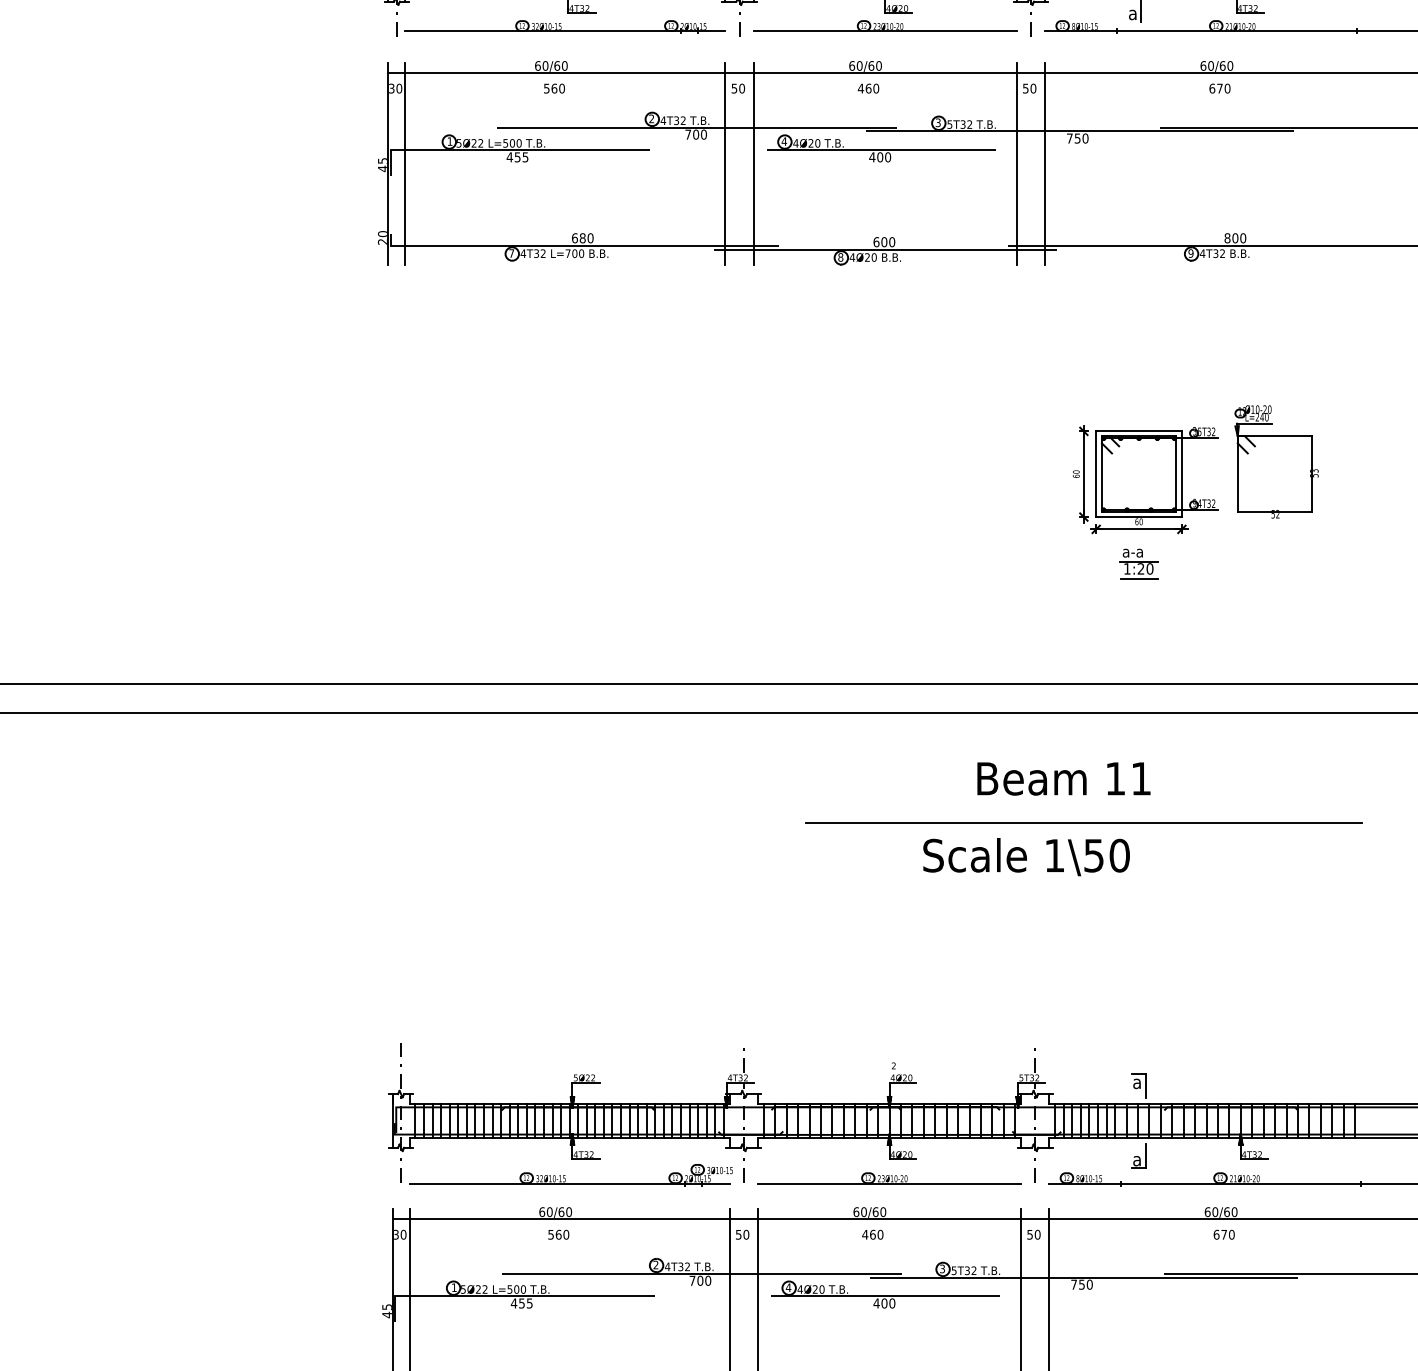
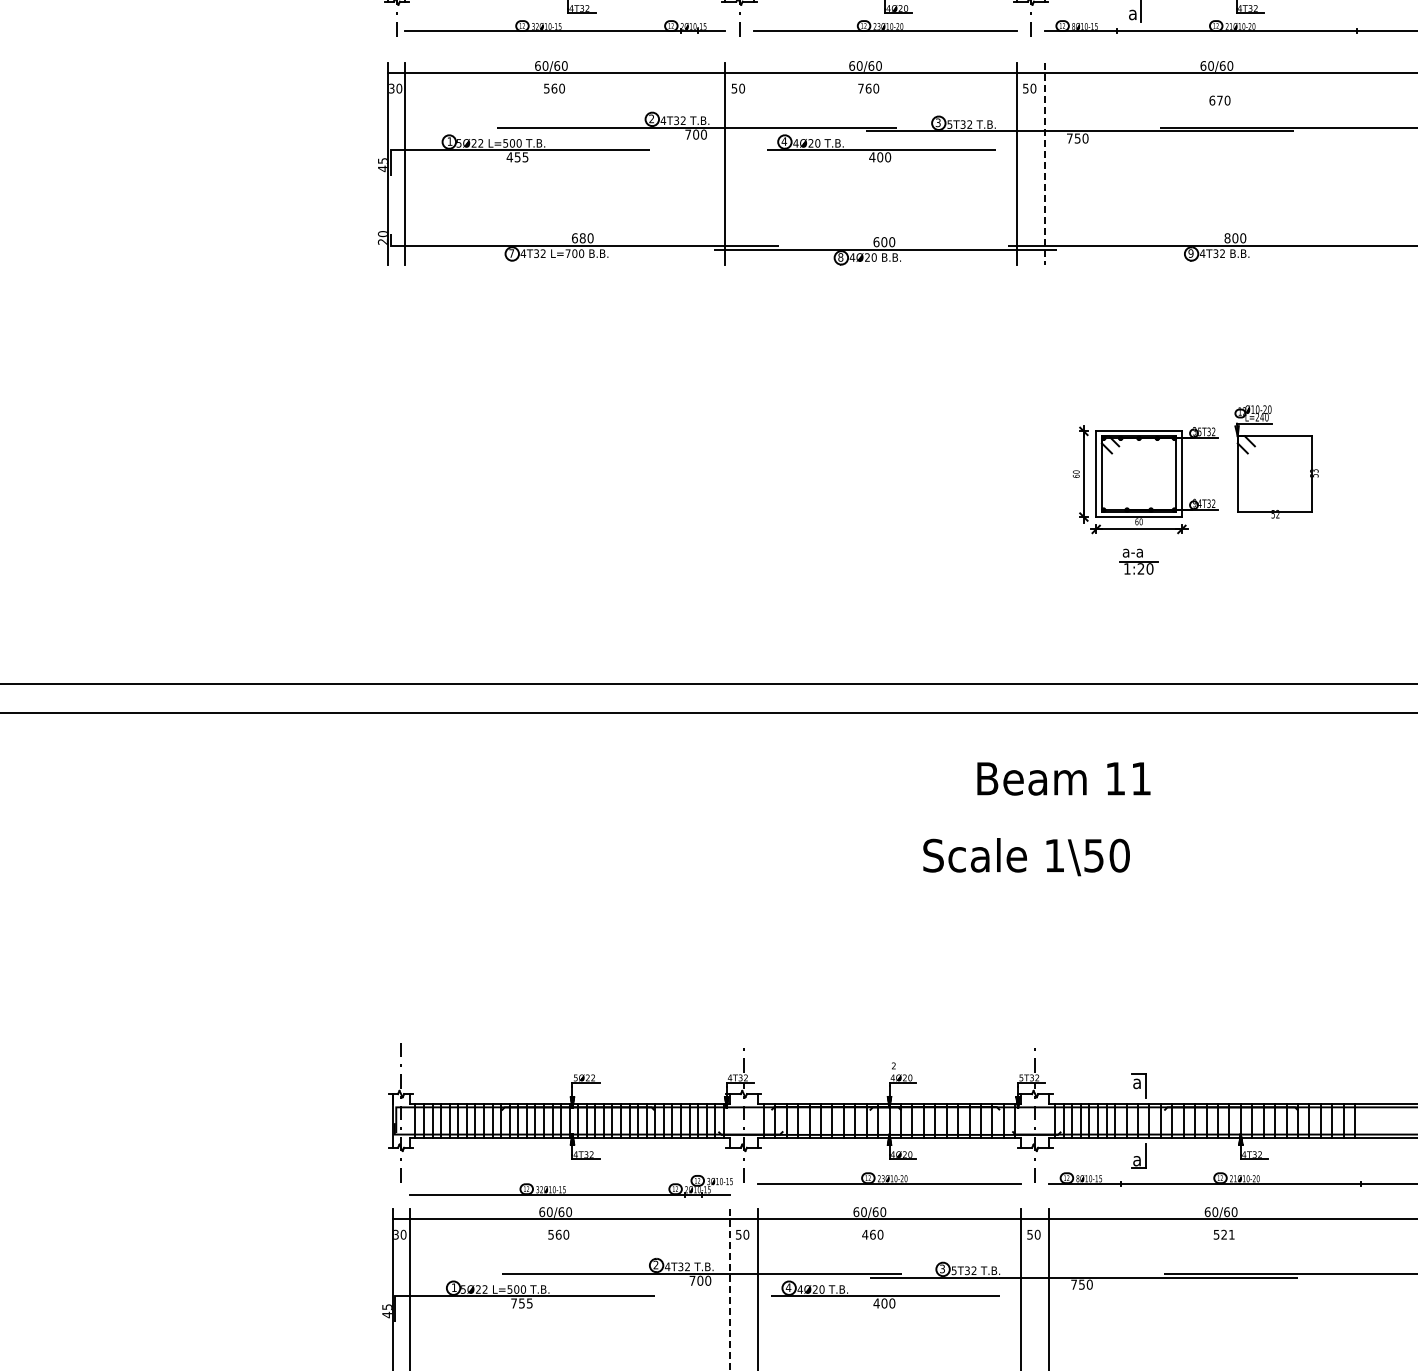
text at (860, 88): 460 -> 760
text at (1219, 88) position: (1219, 88) -> (1219, 100)
line at (753, 163): present -> none
line at (1045, 164): solid -> dashed
line at (1138, 578): present -> none
line at (1084, 823): present -> none
part at (570, 1175) position: (570, 1175) -> (570, 1186)
text at (1223, 1234): 670 -> 521
line at (729, 1289): solid -> dashed
text at (513, 1303): 455 -> 755
